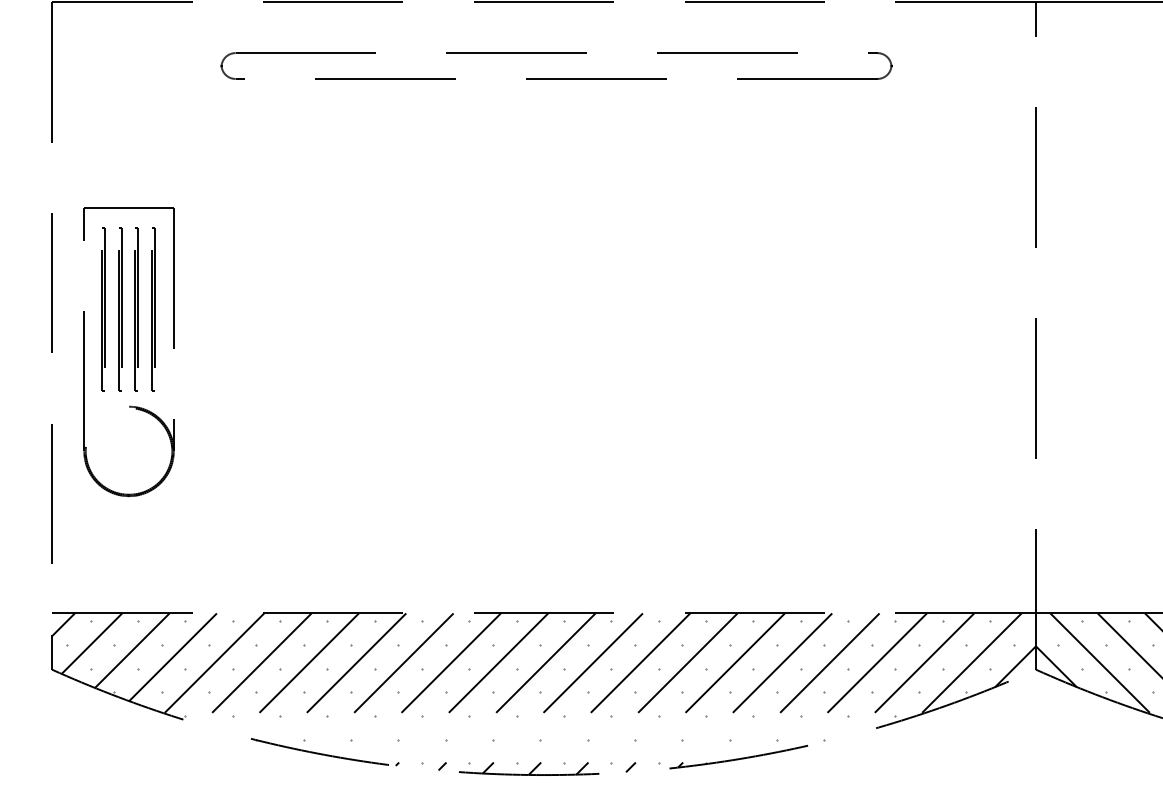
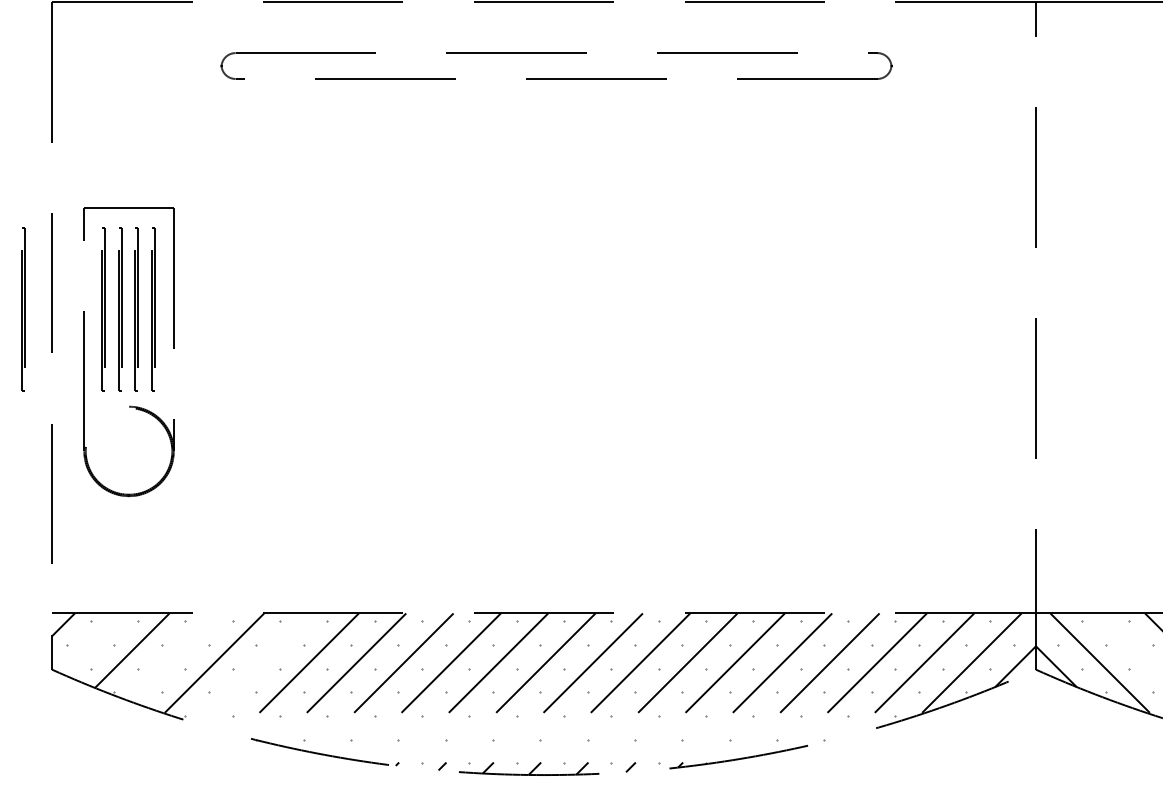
part at (23, 309): none -> present
line at (91, 643): present -> none
line at (1128, 644): present -> none
line at (172, 657): present -> none
line at (255, 668): present -> none
